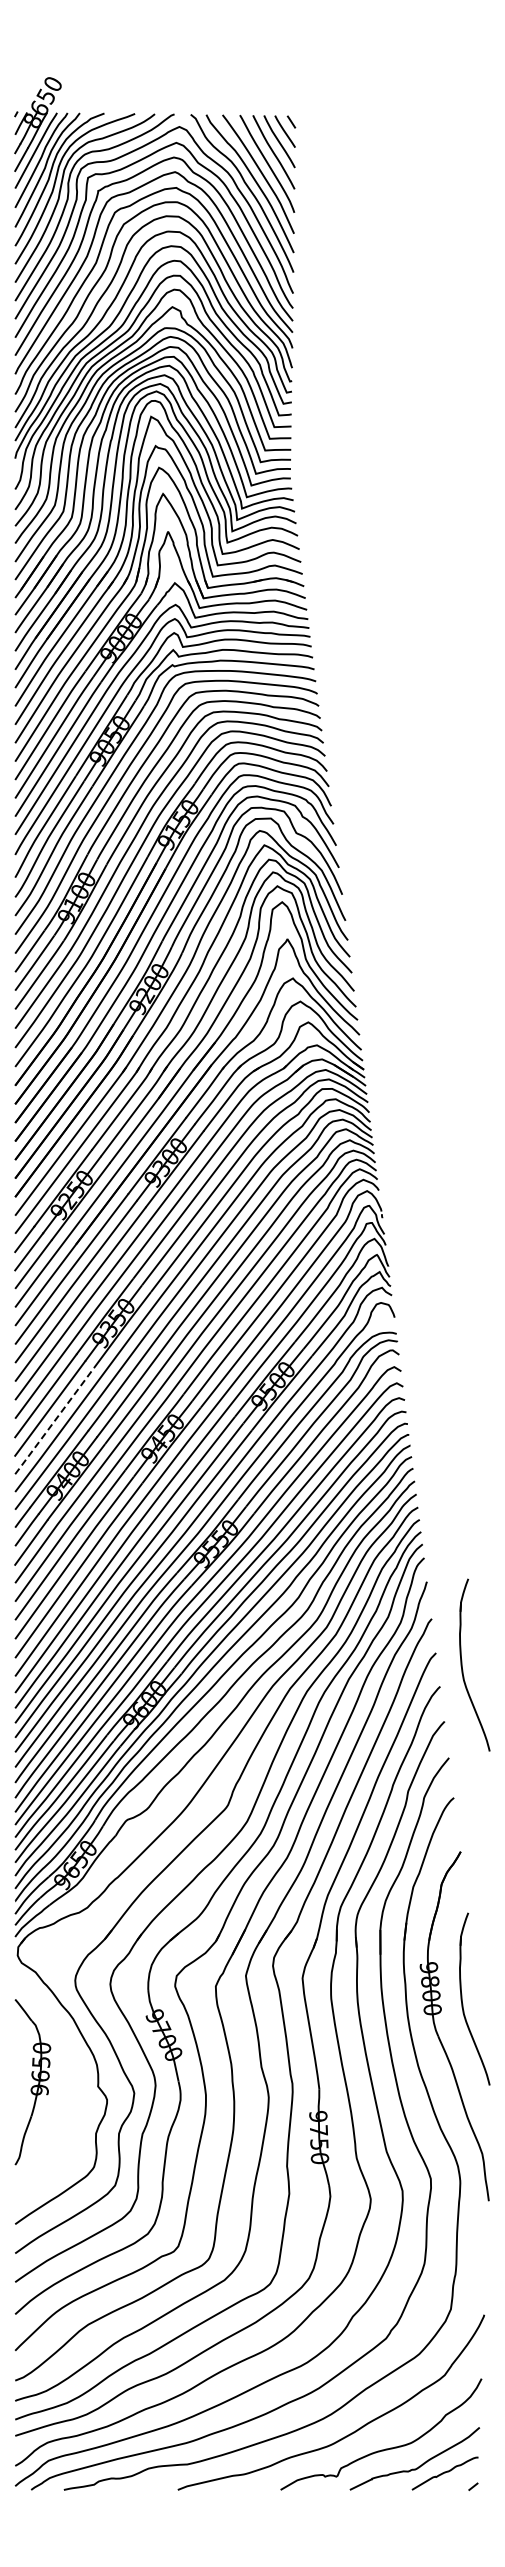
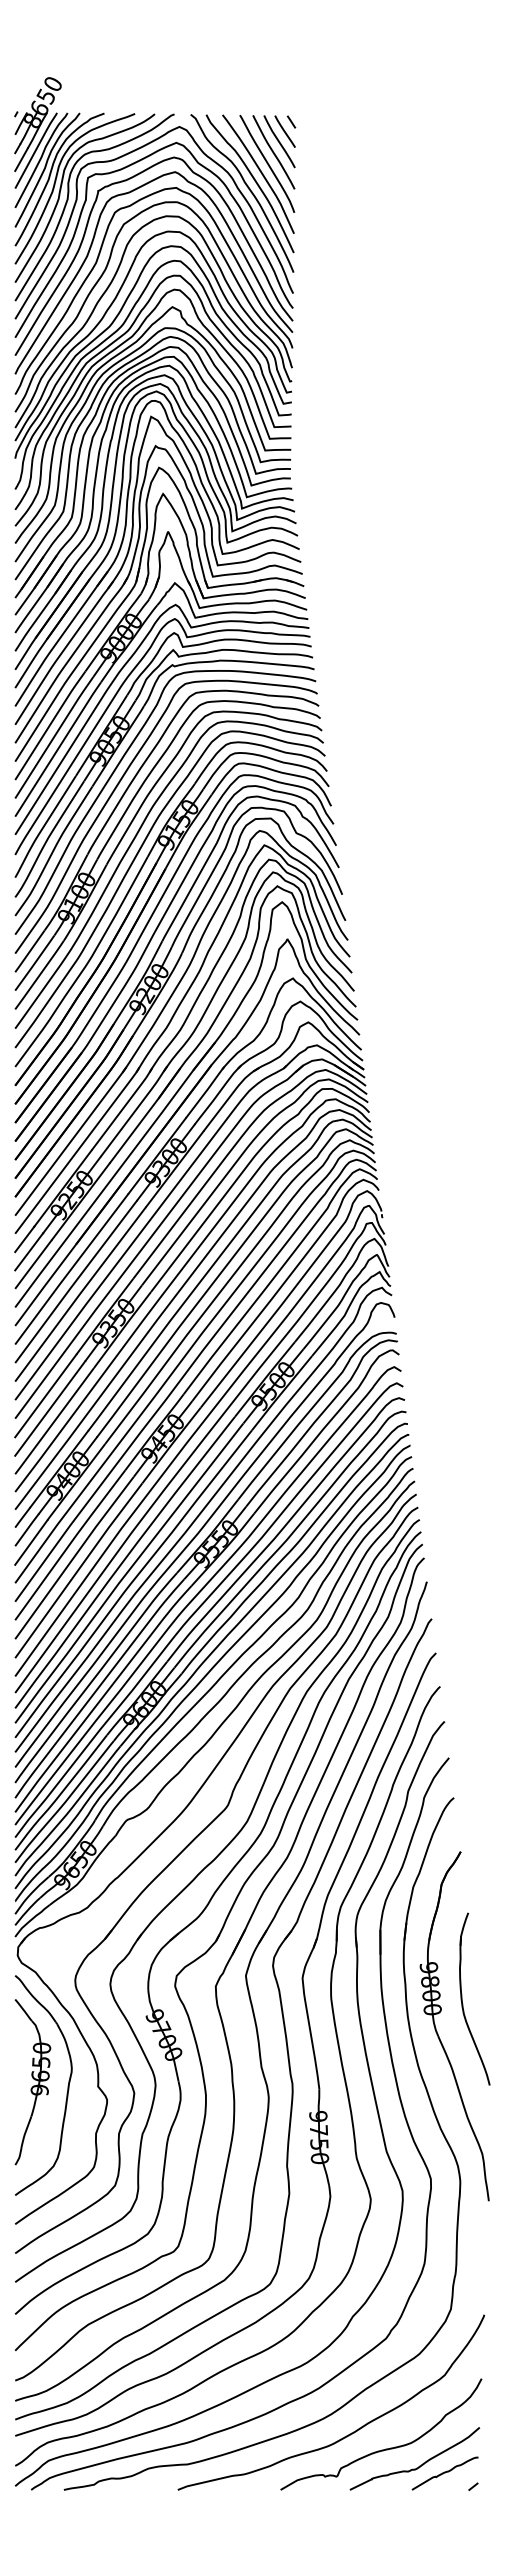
line at (54, 1421): dashed -> solid
part at (462, 1664): present -> none
part at (67, 2085): none -> present
